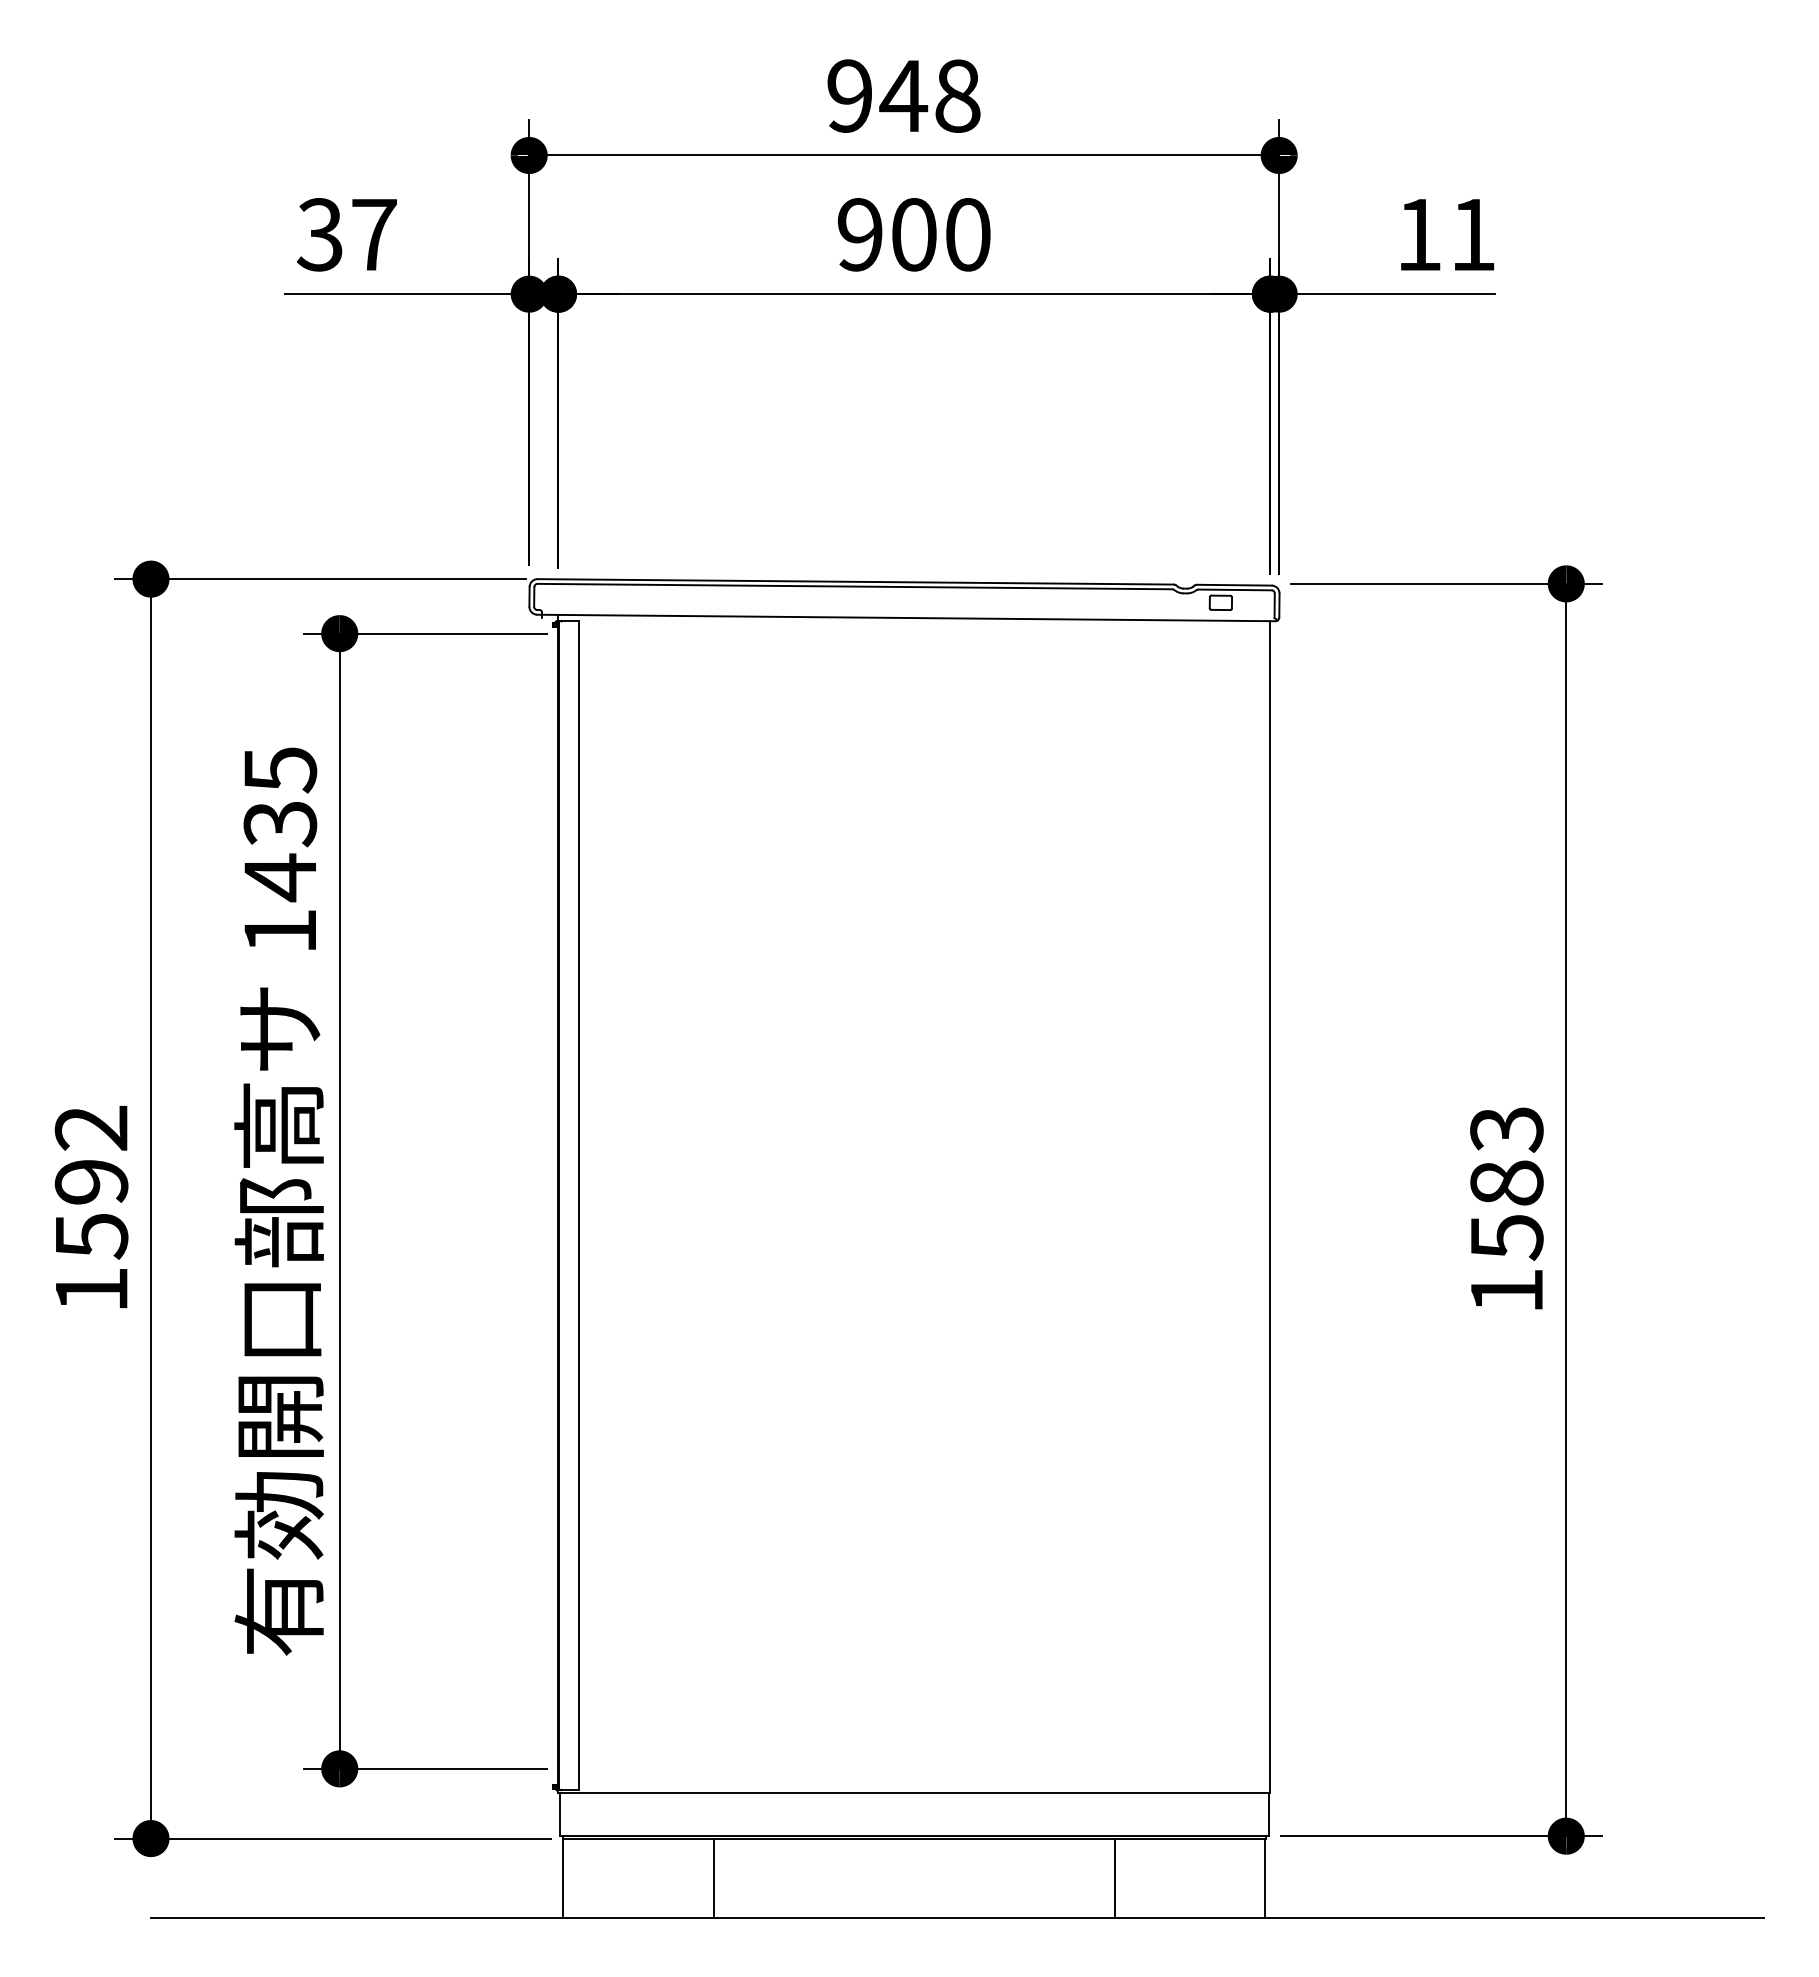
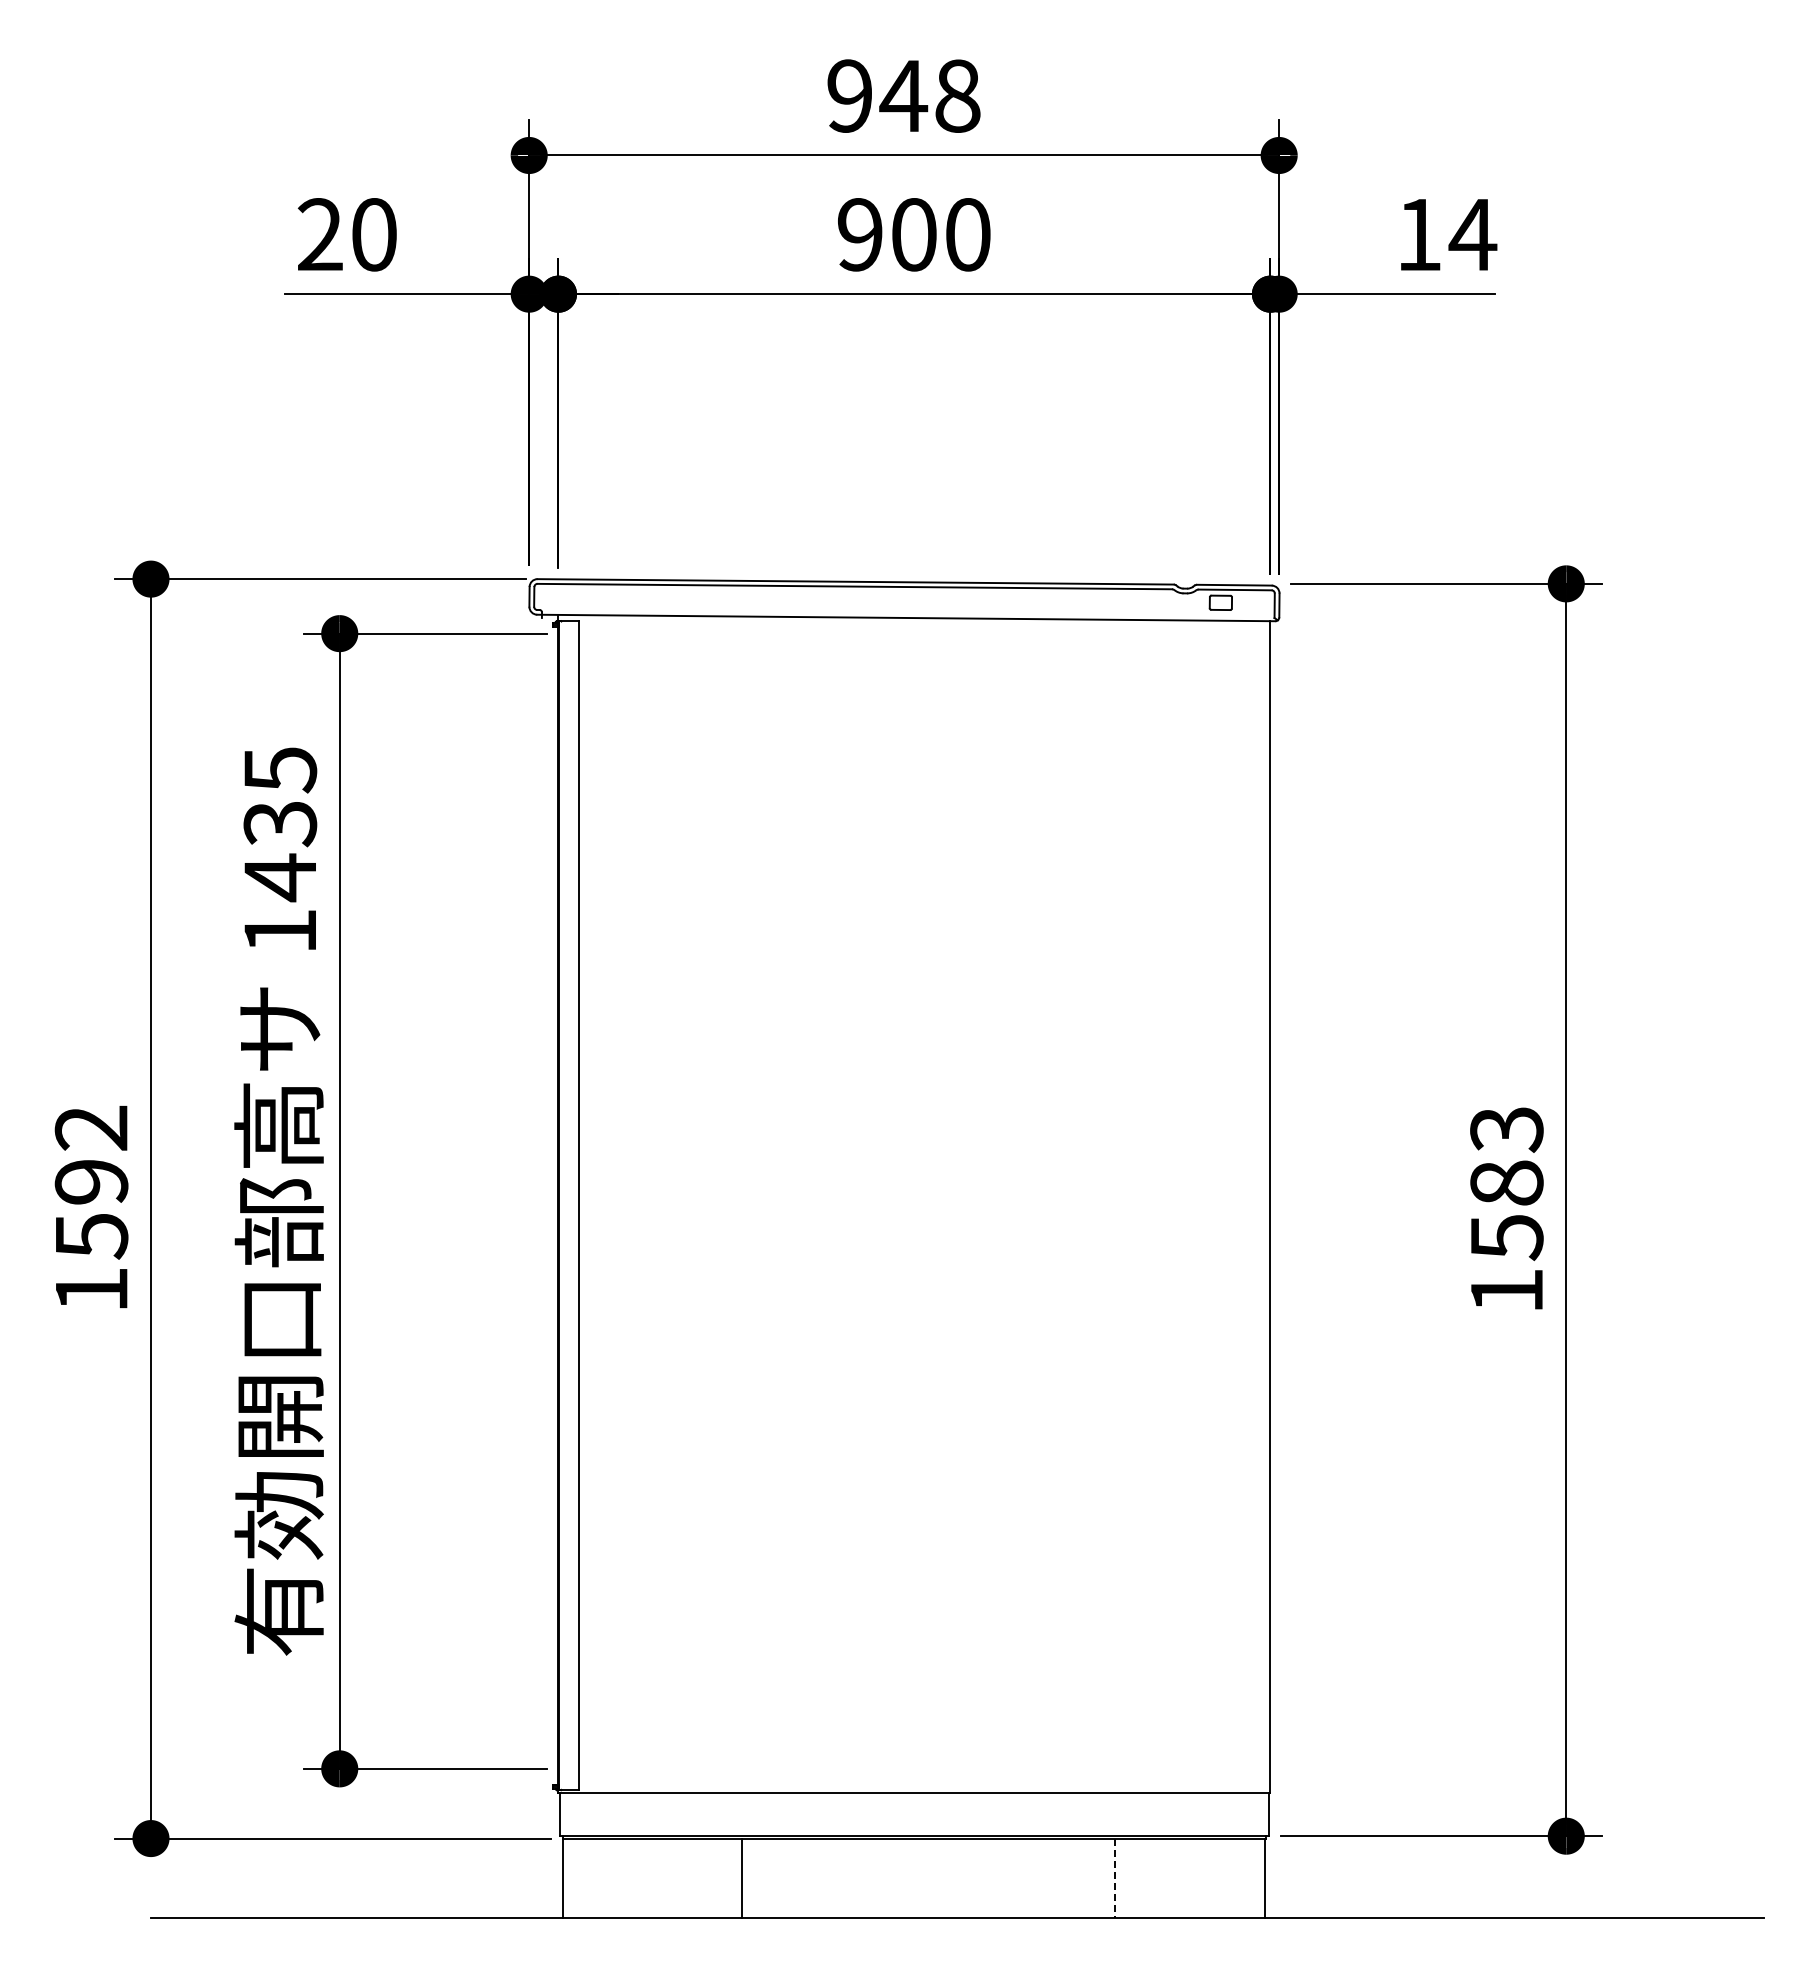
text at (346, 234): 37 -> 20
text at (1472, 234): 11 -> 14
line at (713, 1877) position: (713, 1877) -> (741, 1877)
line at (1114, 1878): solid -> dashed
